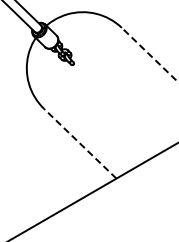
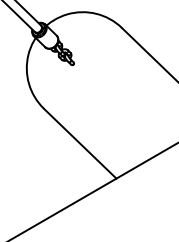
line at (149, 54): dashed -> solid
line at (79, 143): dashed -> solid
